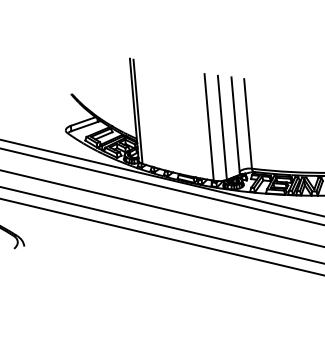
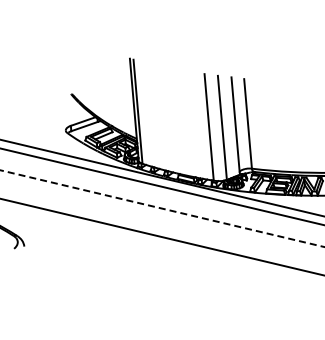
line at (162, 208): solid -> dashed
line at (161, 225): present -> none
